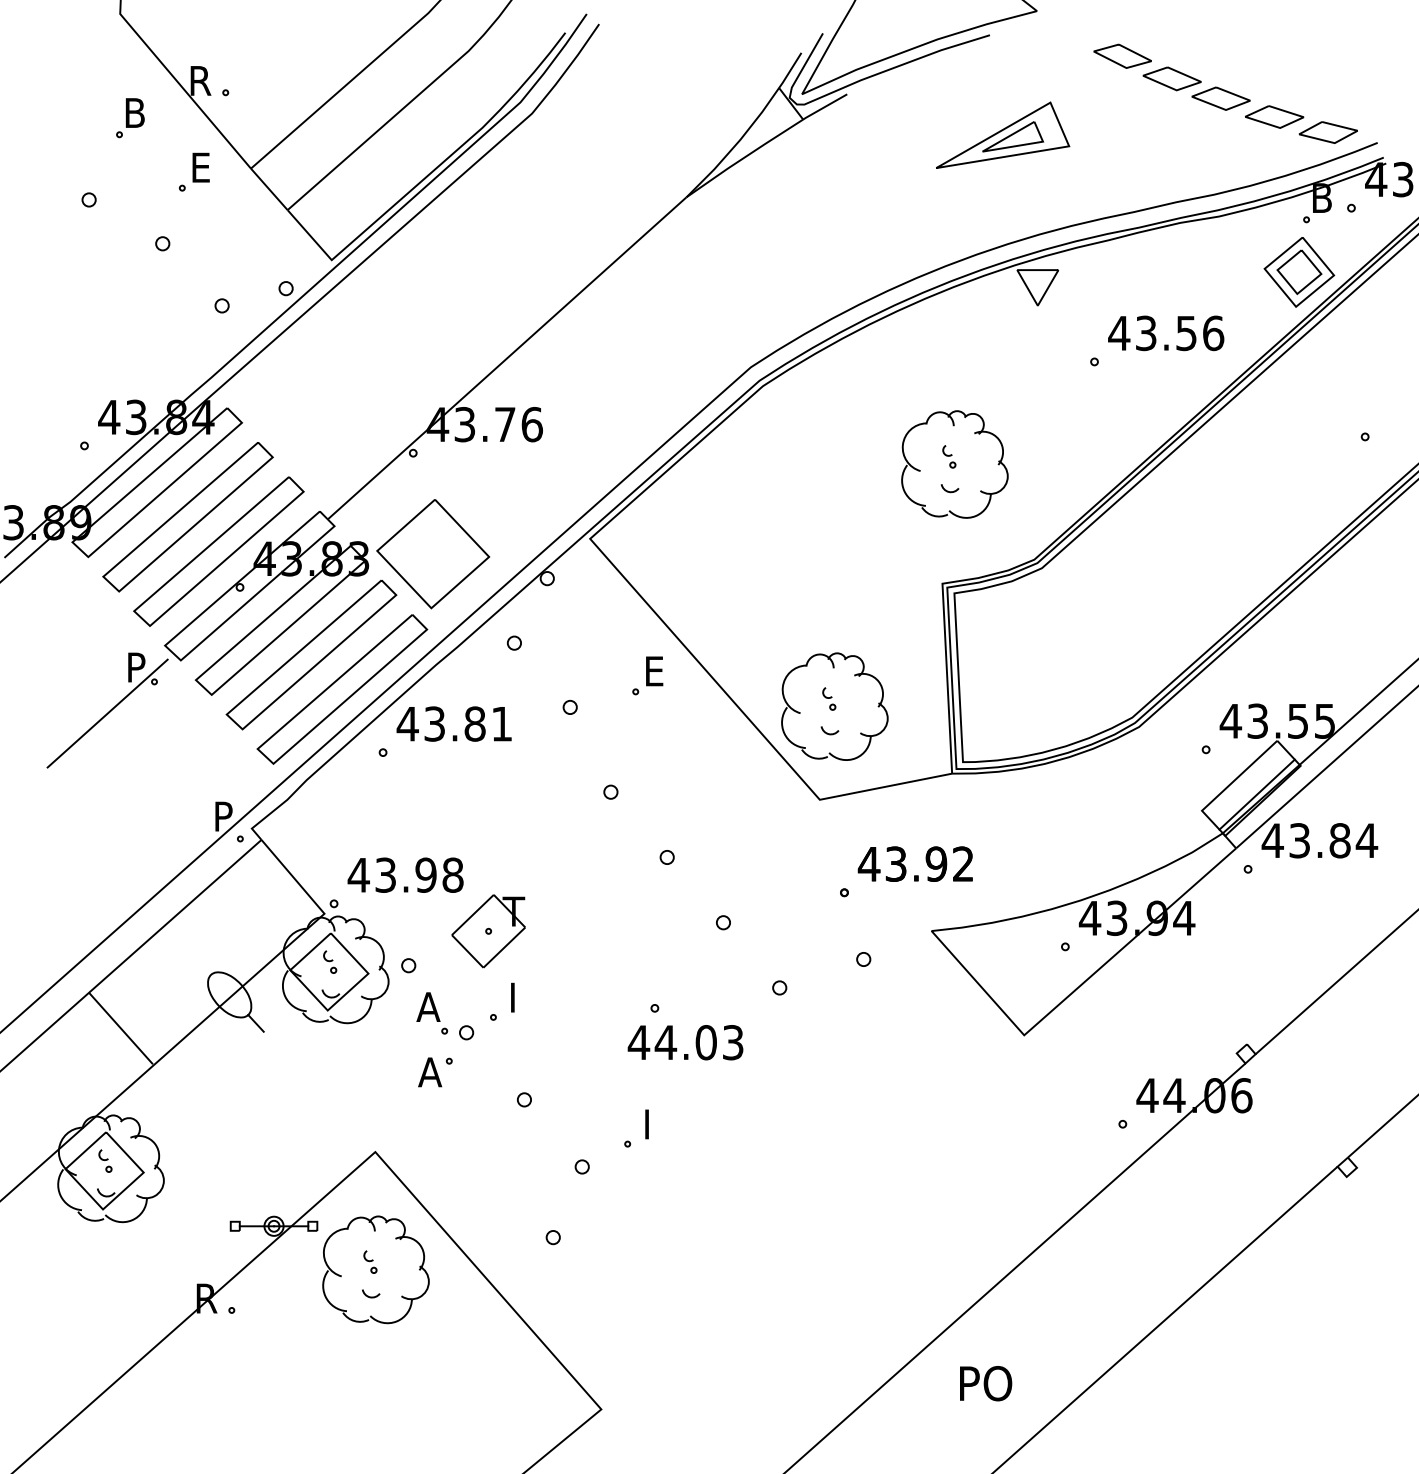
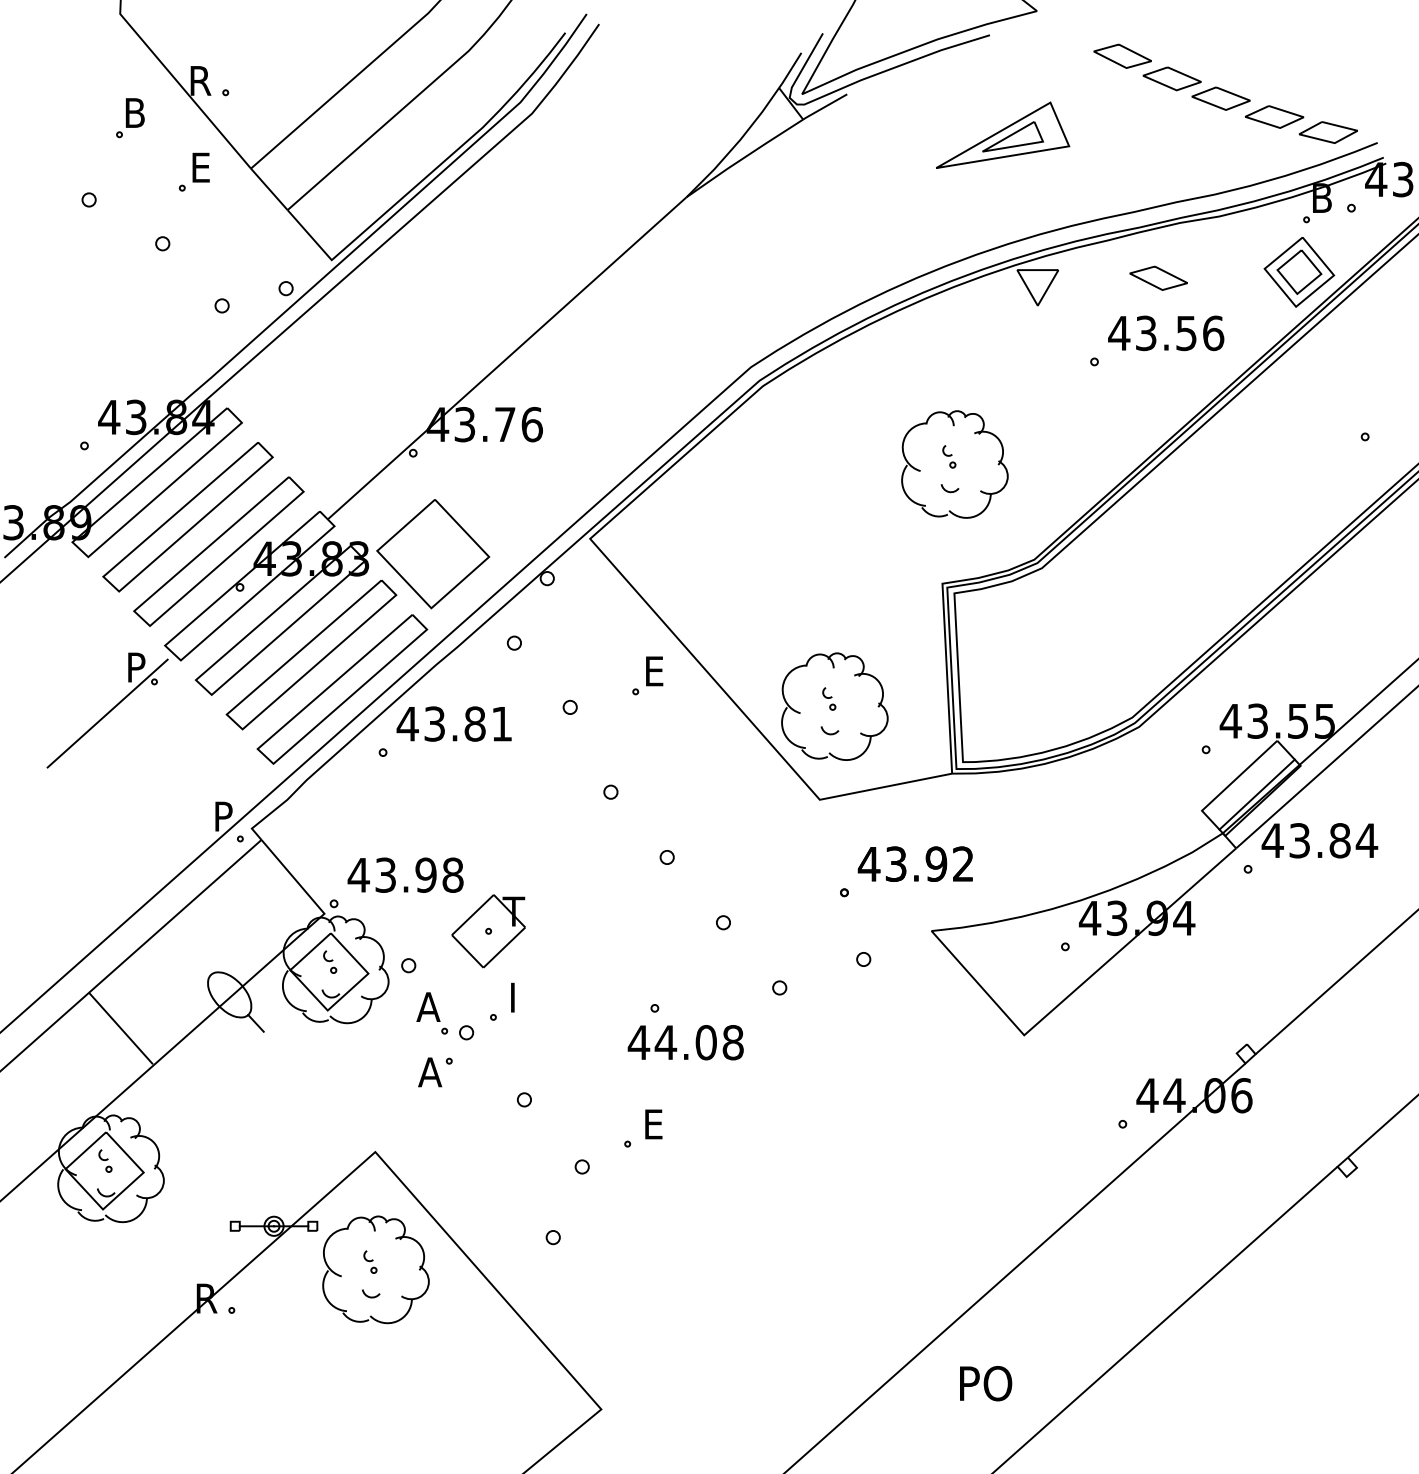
part at (1158, 277): none -> present
text at (732, 1042): 44.03 -> 44.08
text at (655, 1124): I -> E
